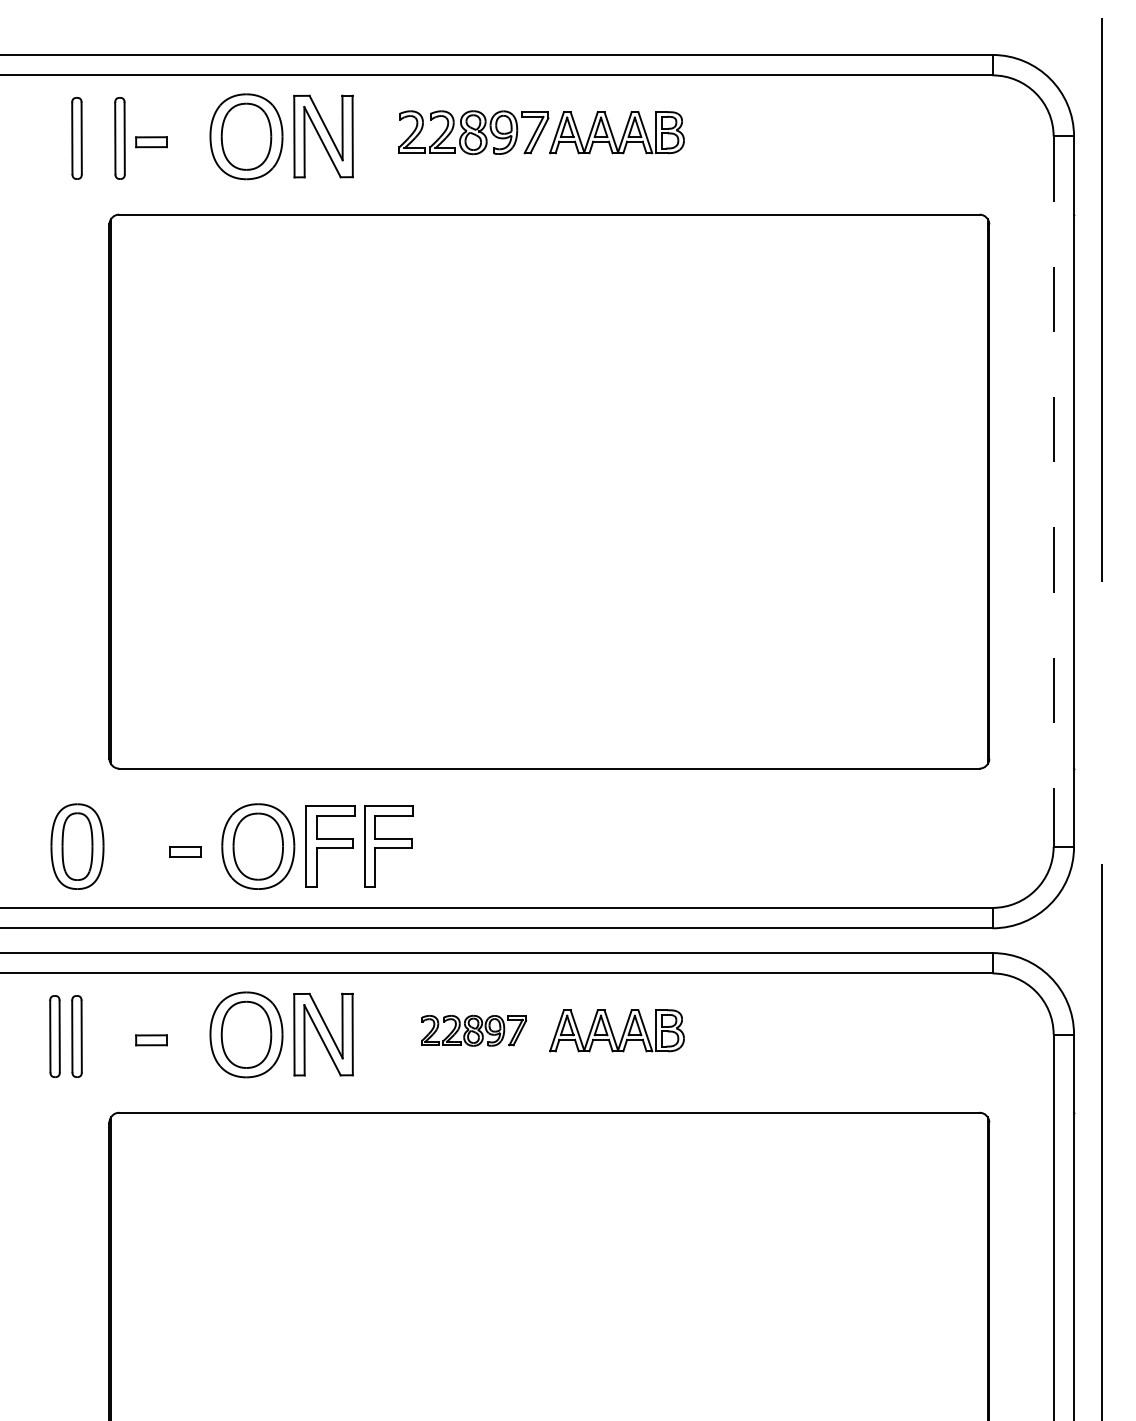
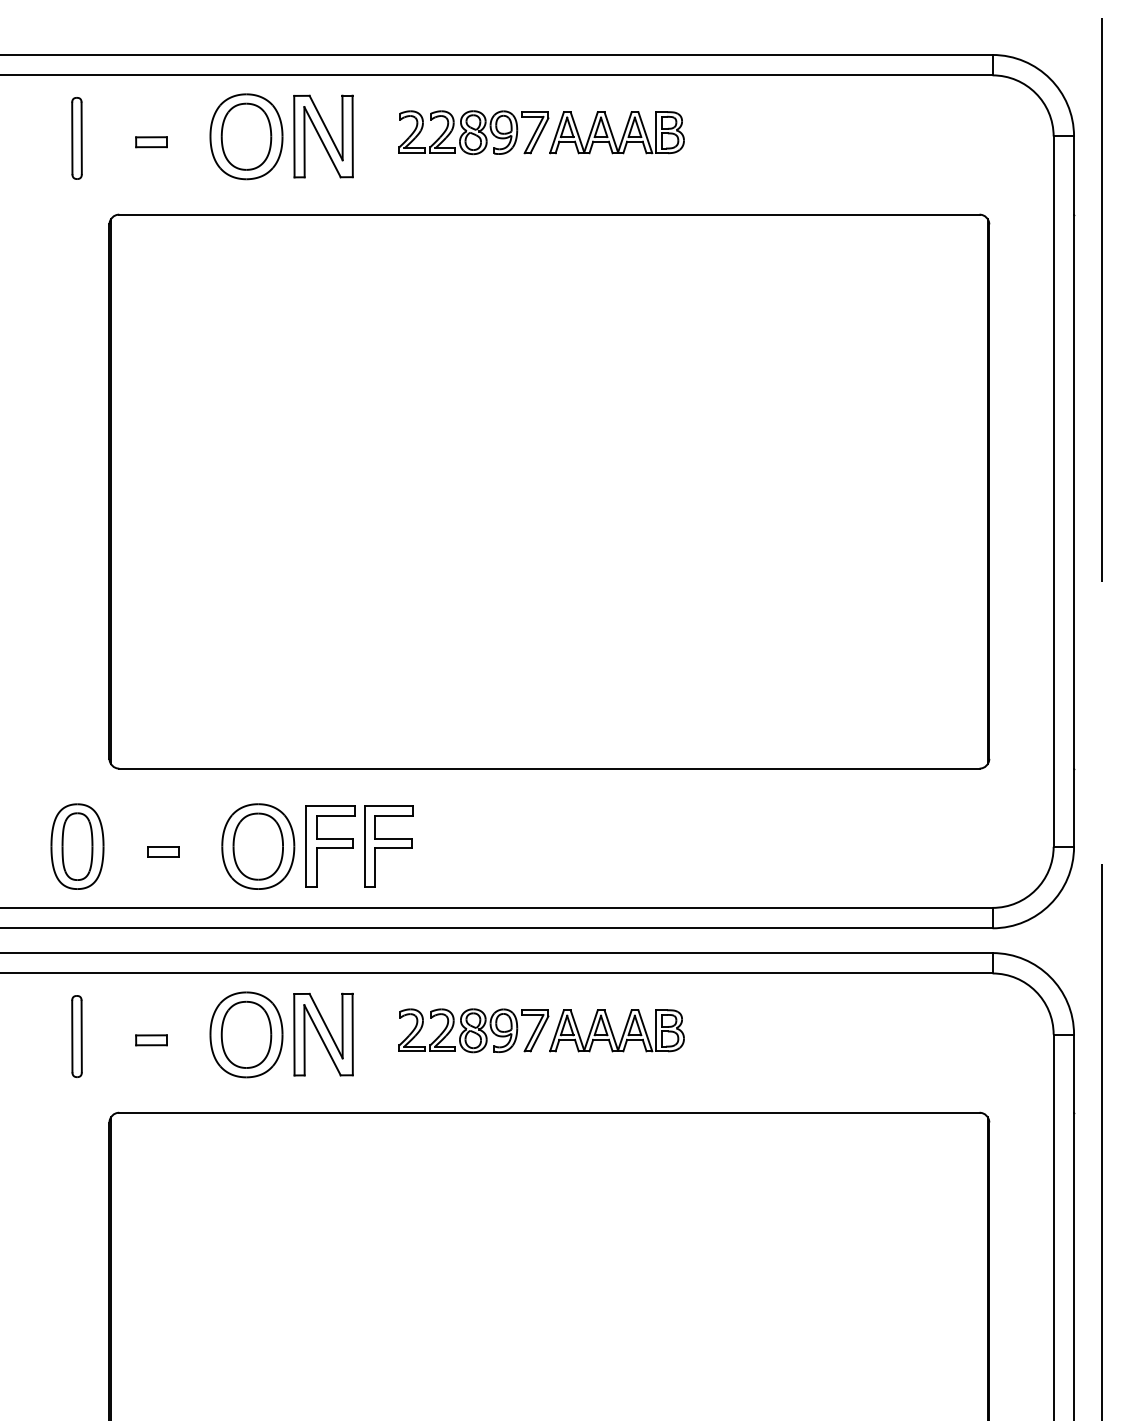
part at (119, 138): present -> none
line at (1053, 492): dashed -> solid
part at (185, 851) position: (185, 851) -> (163, 851)
part at (474, 1030) size: 107x33 px -> 152x46 px
part at (54, 1036): present -> none
